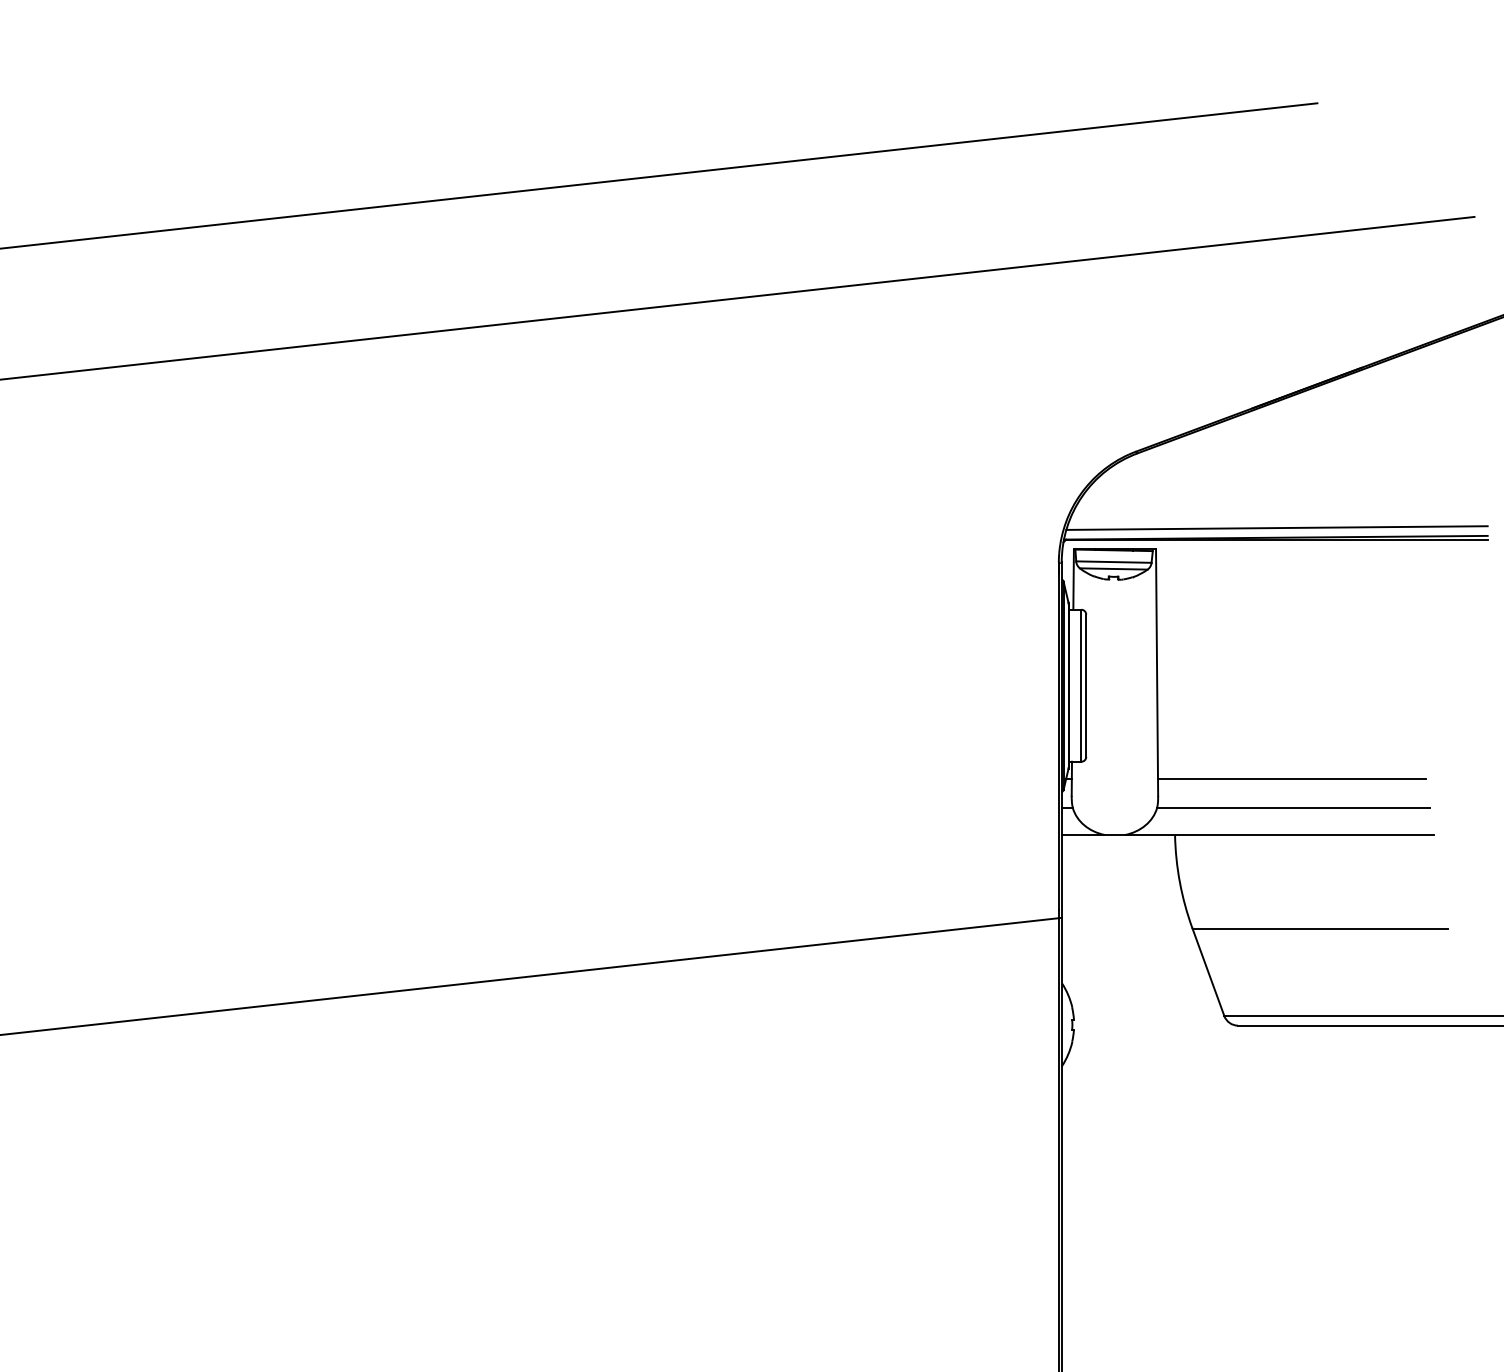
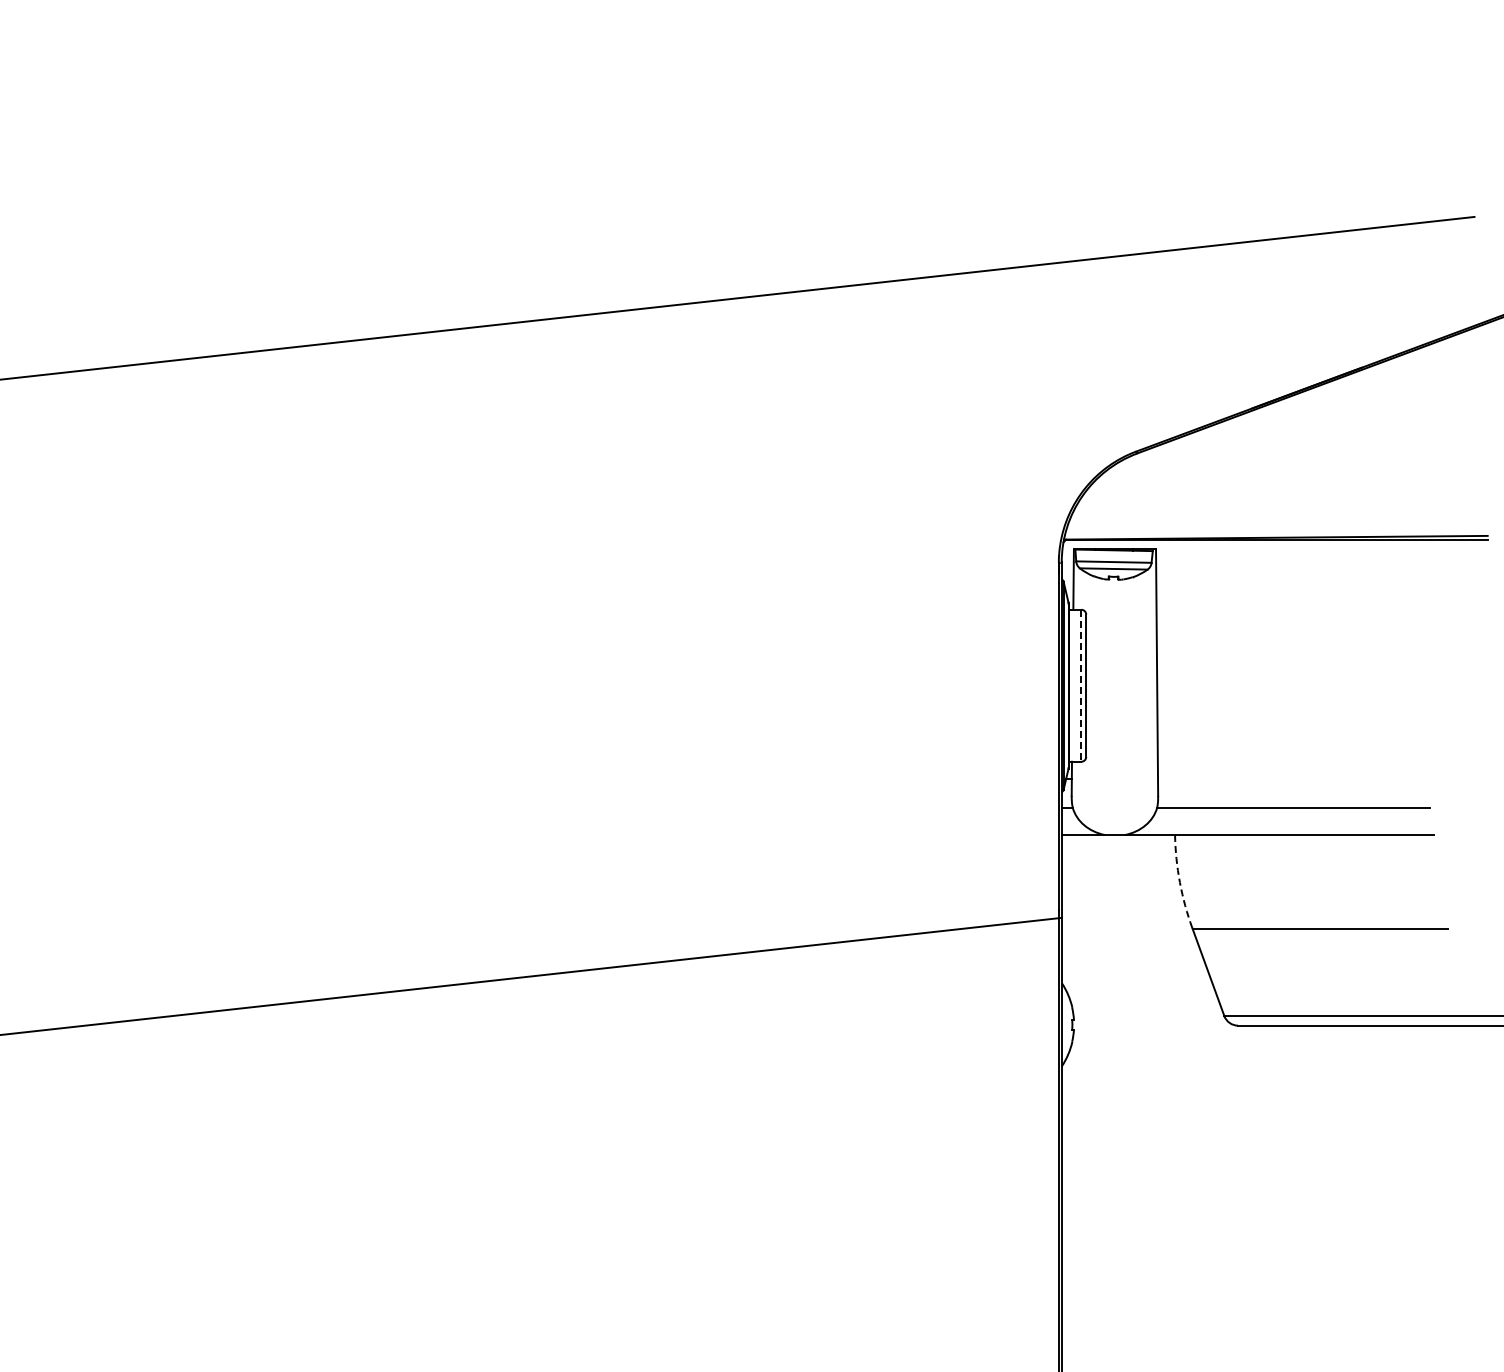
line at (659, 175): present -> none
line at (1276, 527): present -> none
line at (1081, 685): solid -> dashed
line at (1292, 779): present -> none
arc at (1179, 882): solid -> dashed
